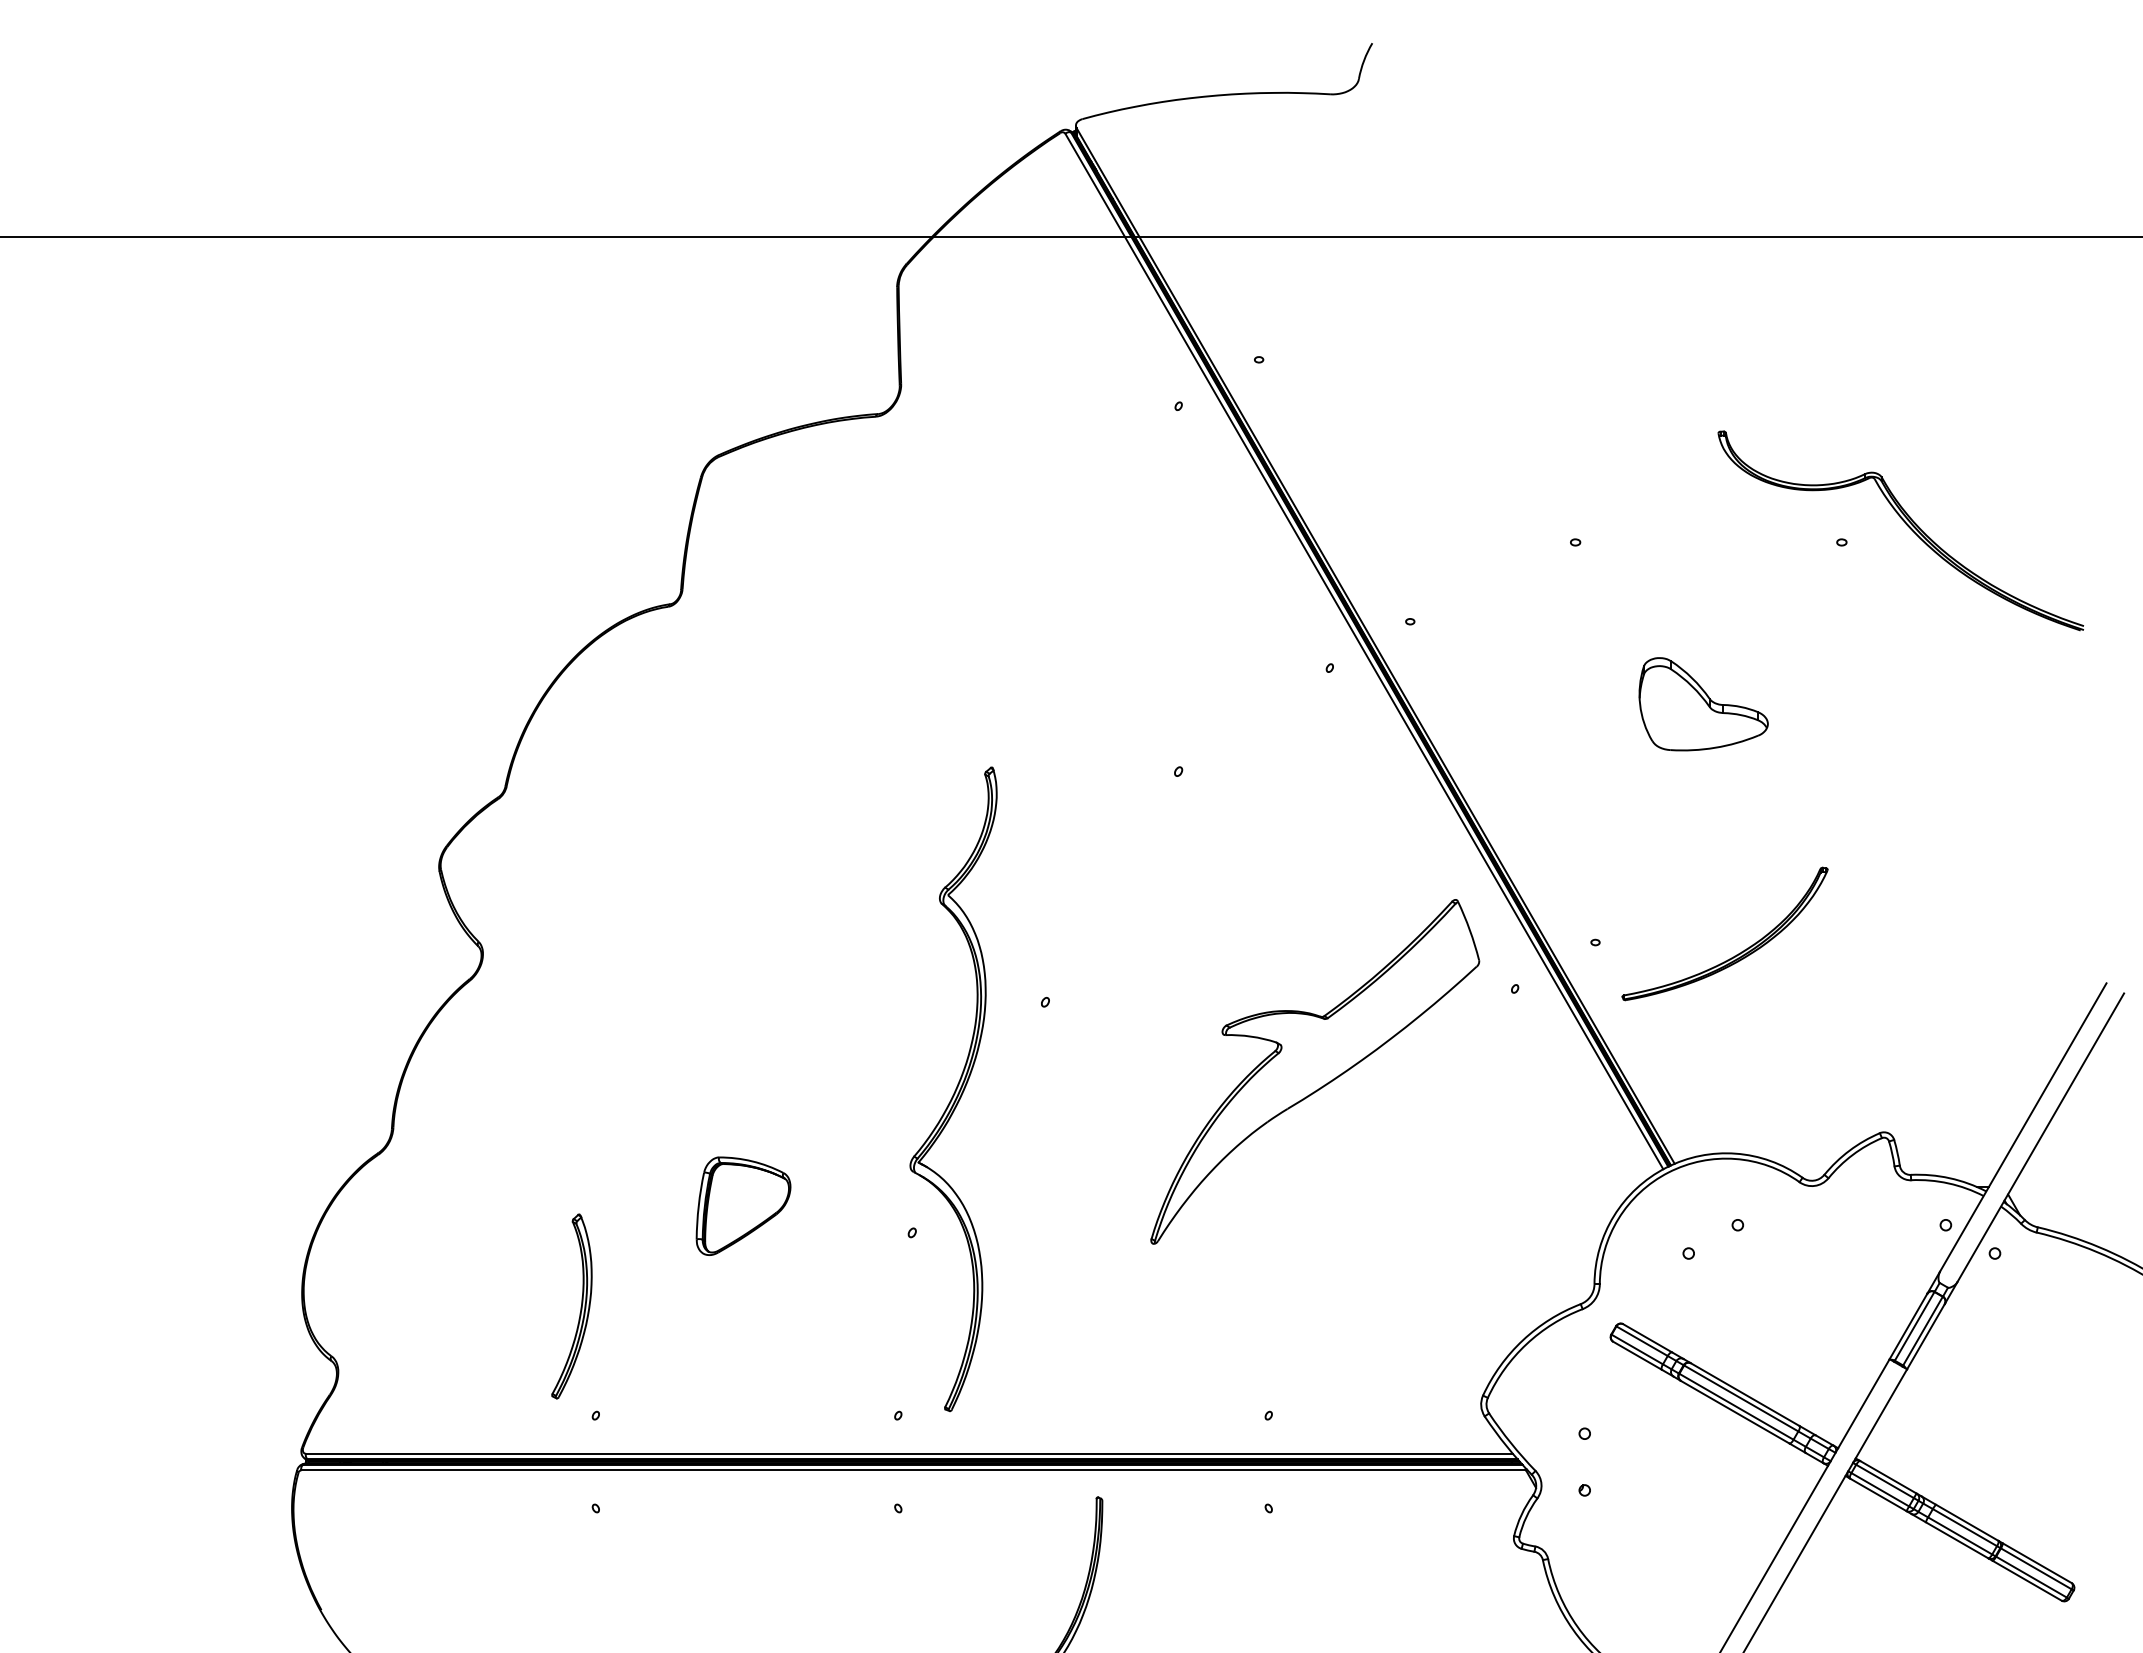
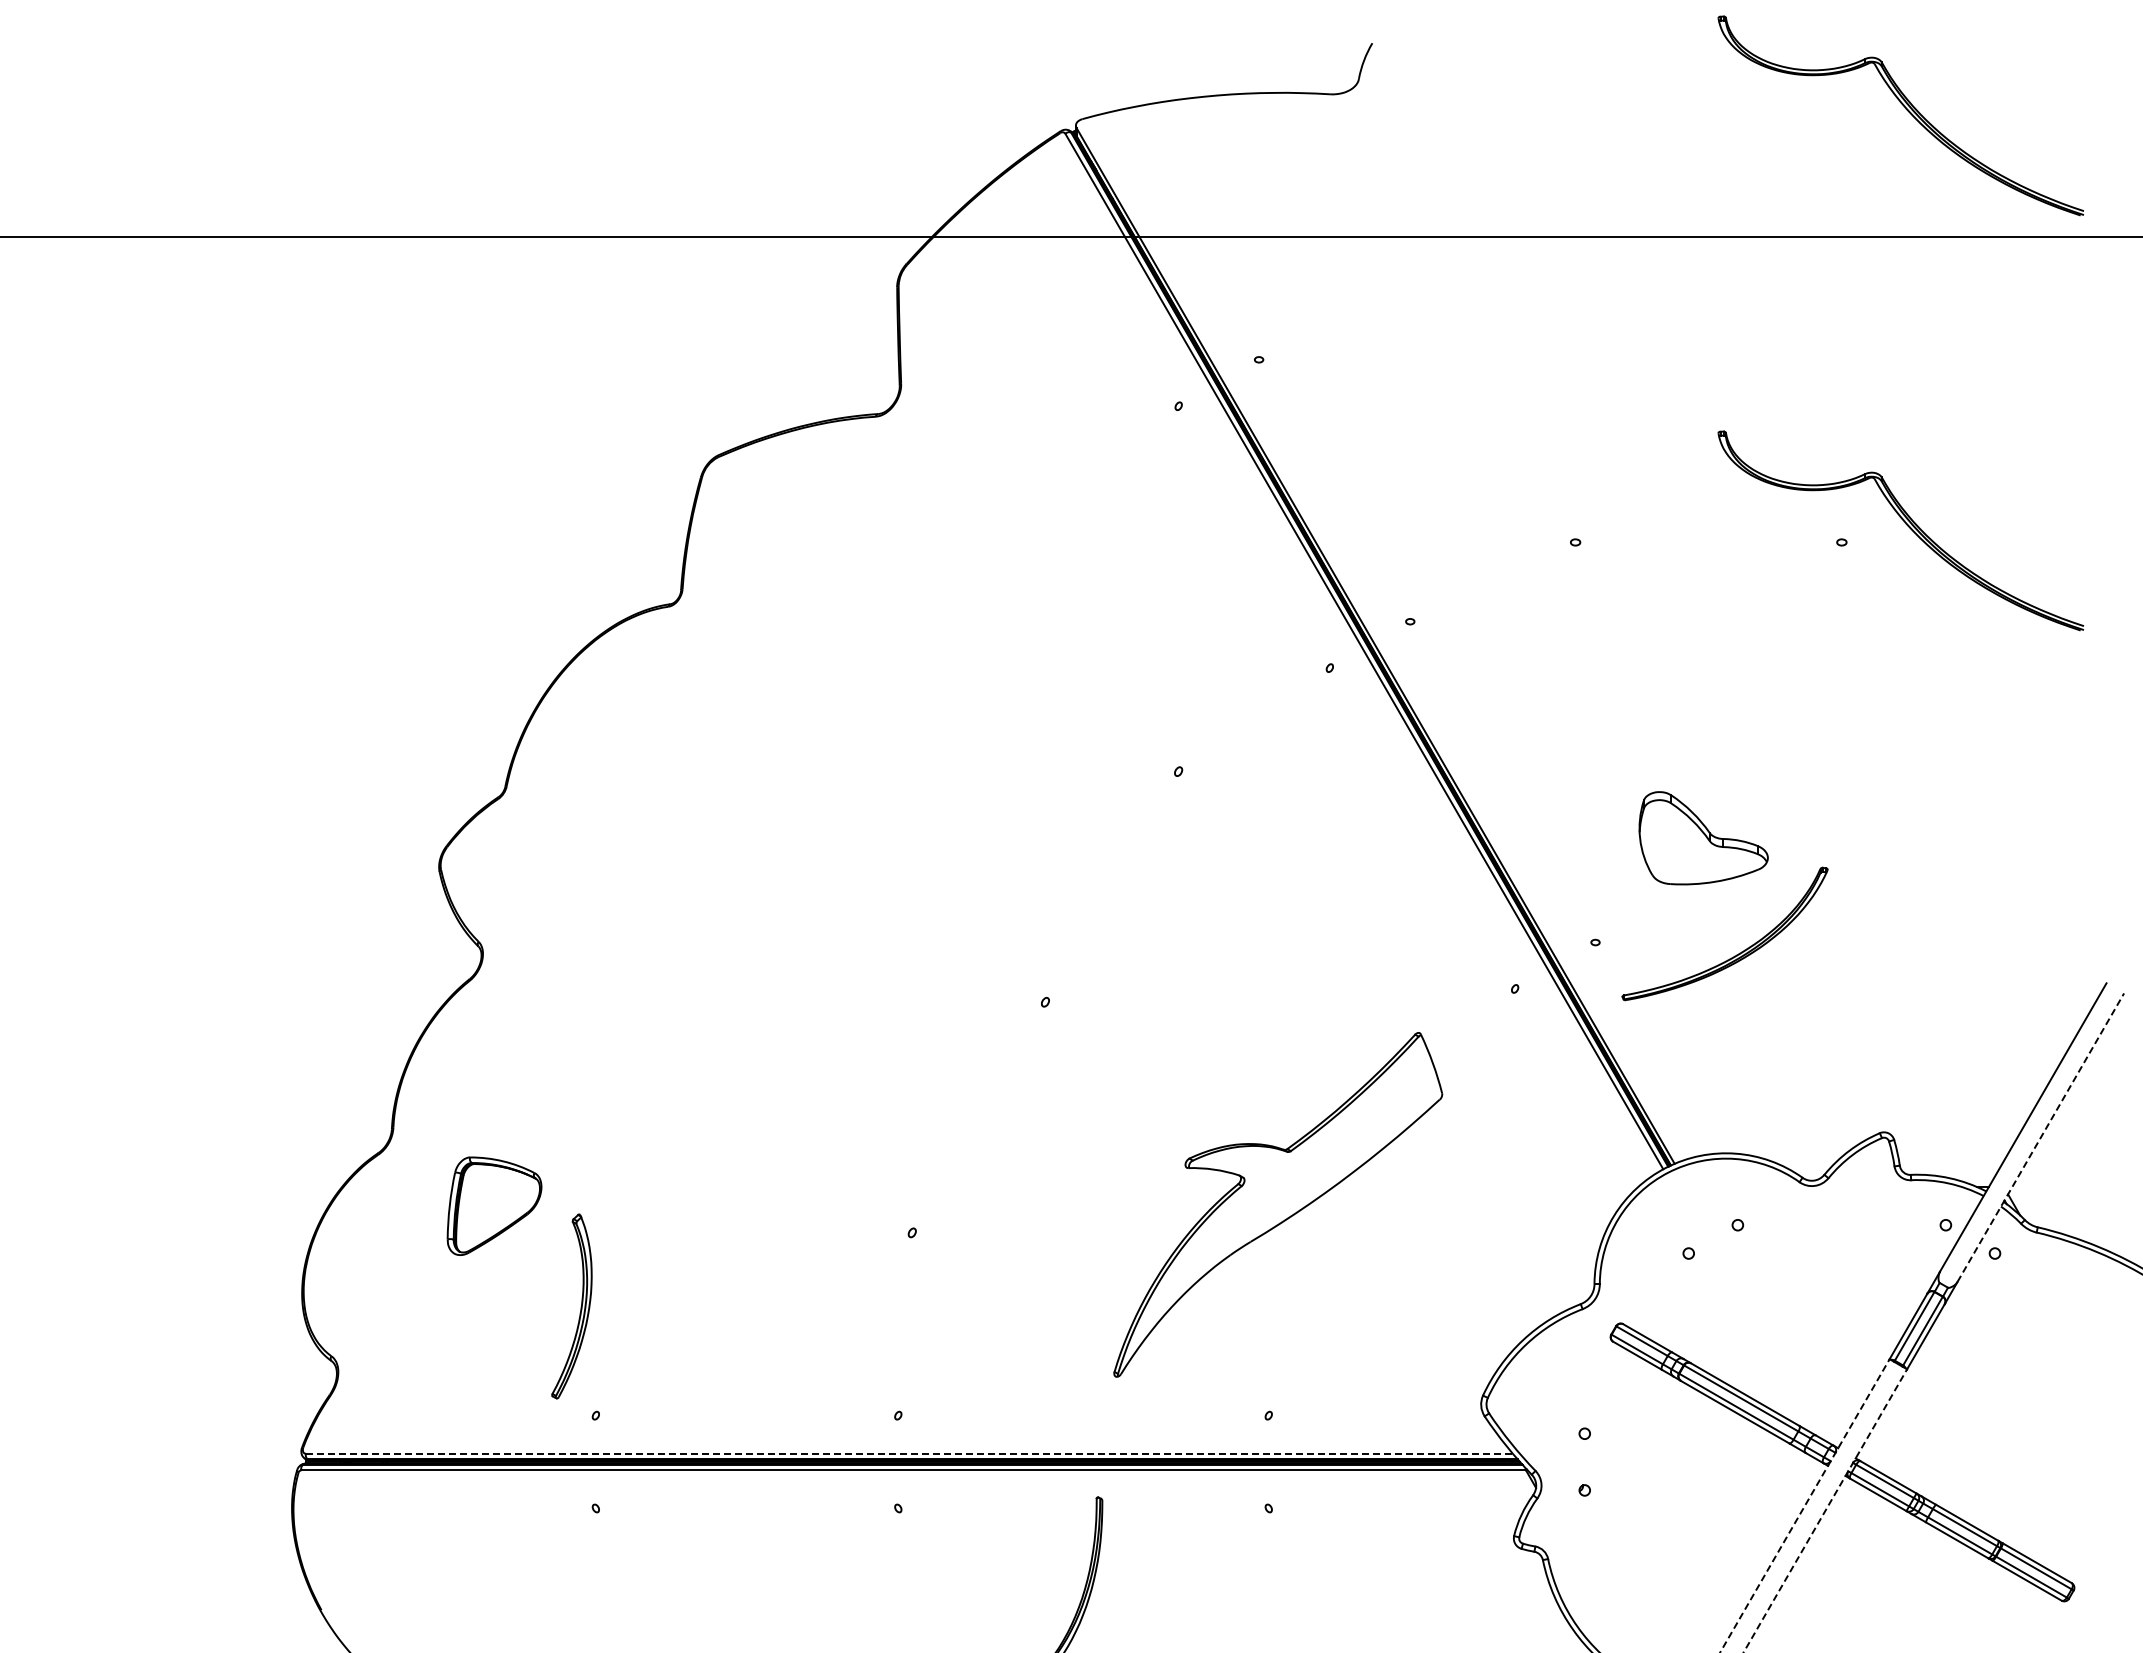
part at (1905, 109): none -> present
part at (1703, 704) position: (1703, 704) -> (1703, 838)
part at (1315, 1071) position: (1315, 1071) -> (1278, 1204)
part at (953, 1089): present -> none
line at (2040, 1137): solid -> dashed
part at (743, 1205) position: (743, 1205) -> (494, 1205)
line at (909, 1453): solid -> dashed
line at (1804, 1506): solid -> dashed
line at (1825, 1511): solid -> dashed
